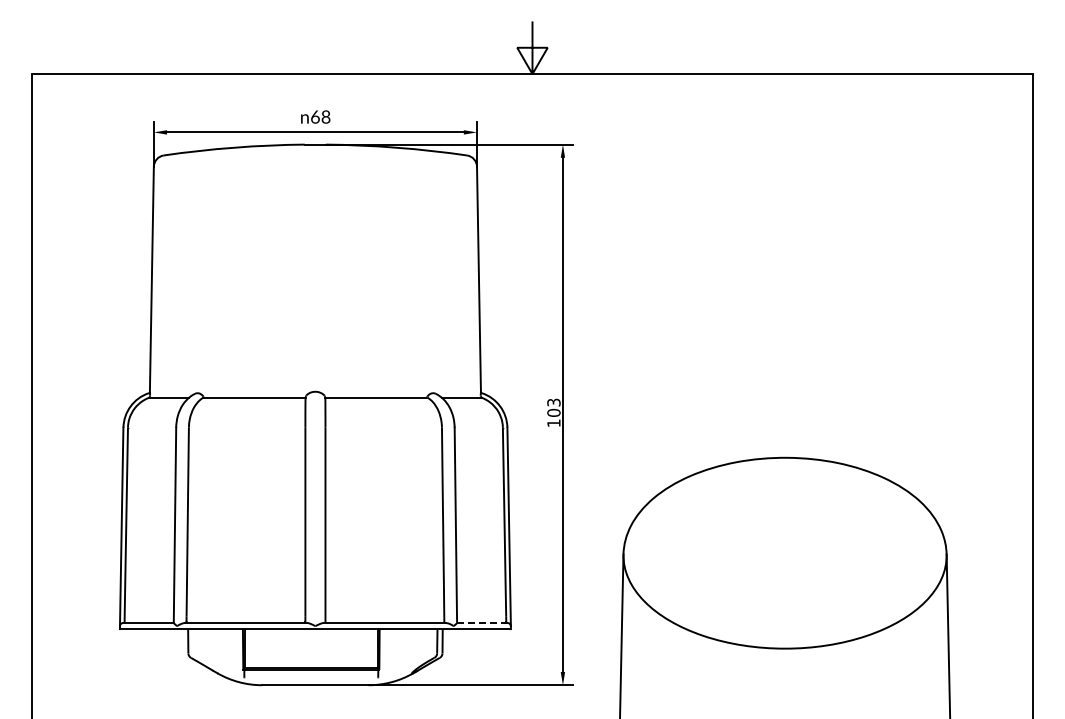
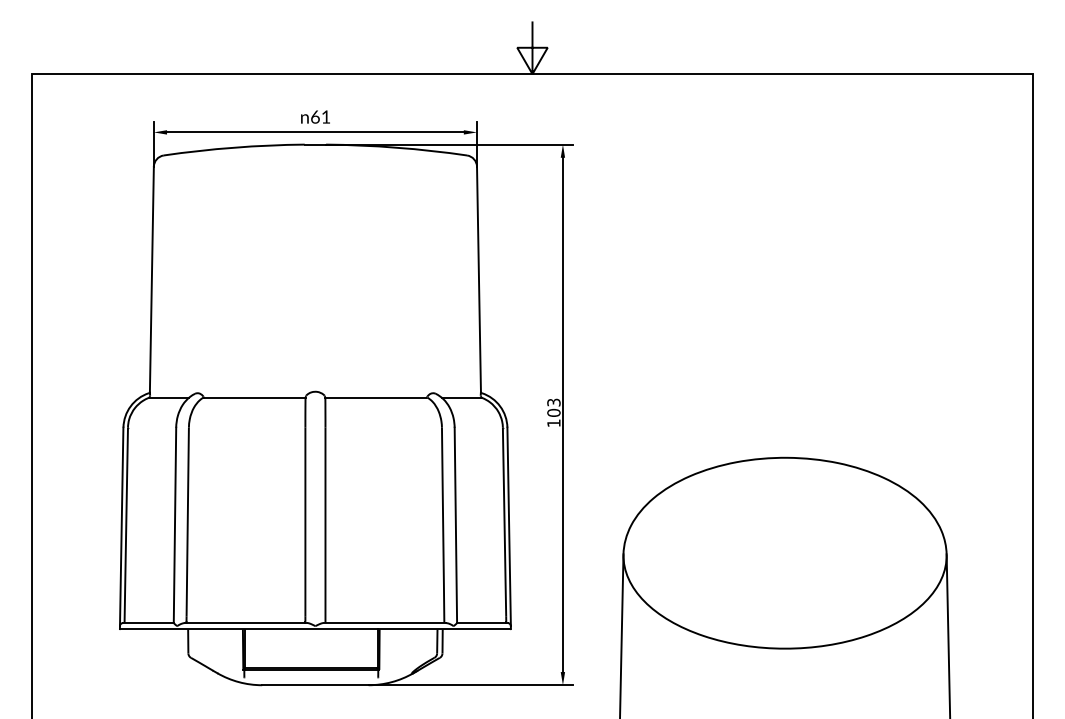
text at (325, 116): 68 -> 61
line at (482, 623): dashed -> solid
